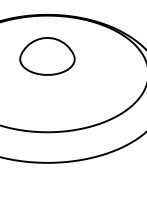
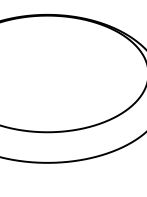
part at (47, 56): present -> none
